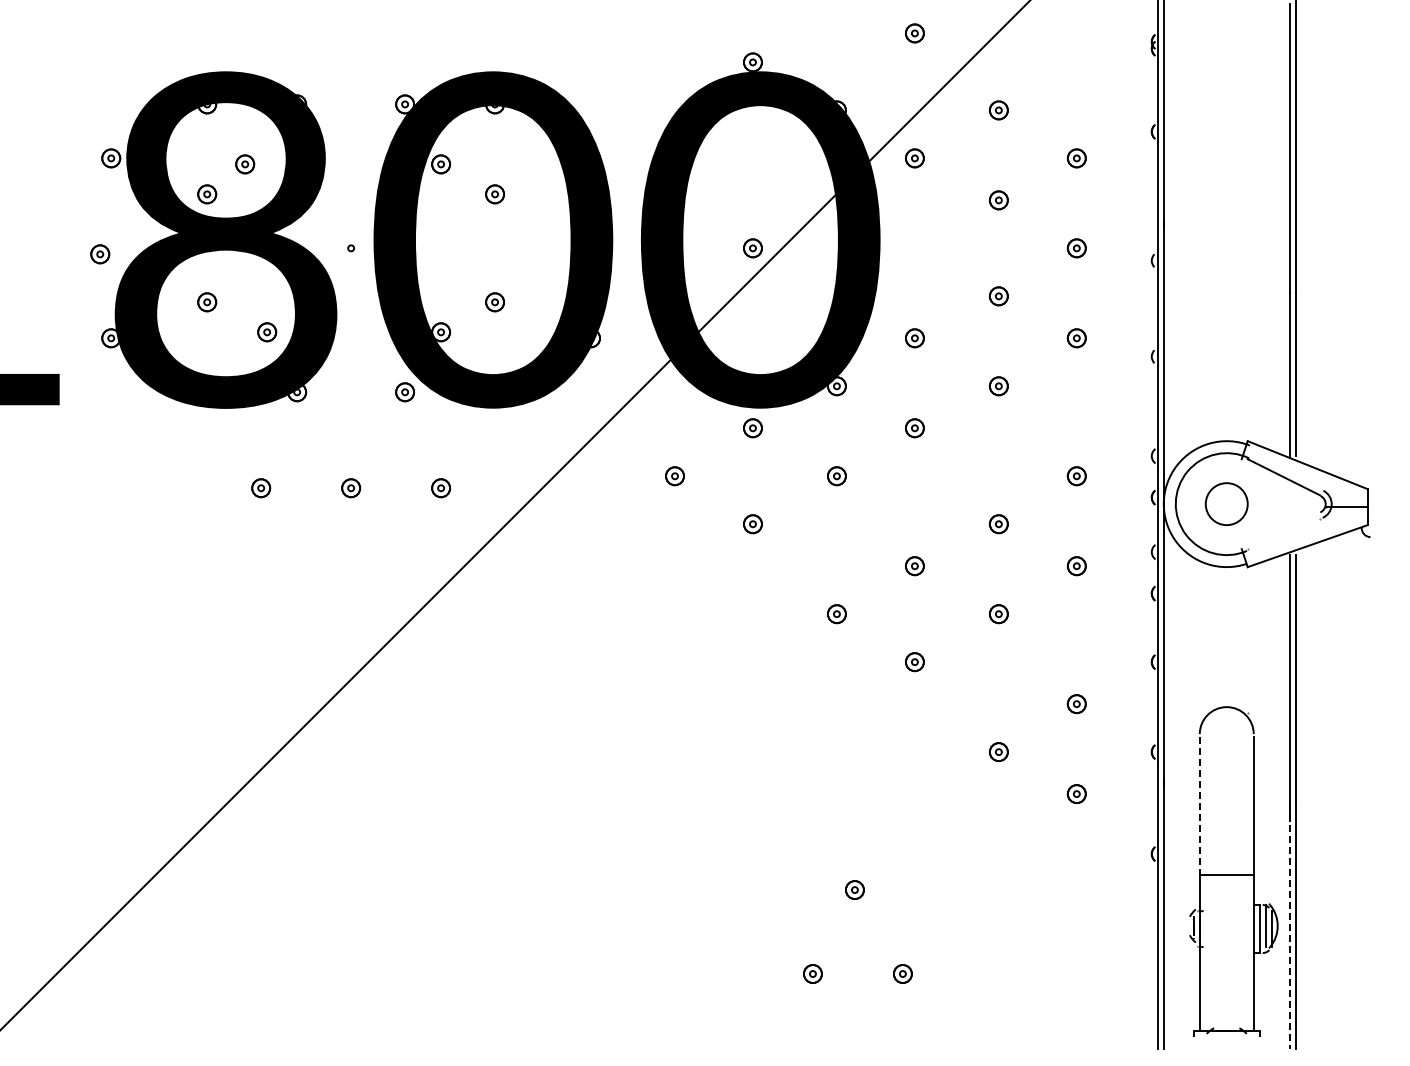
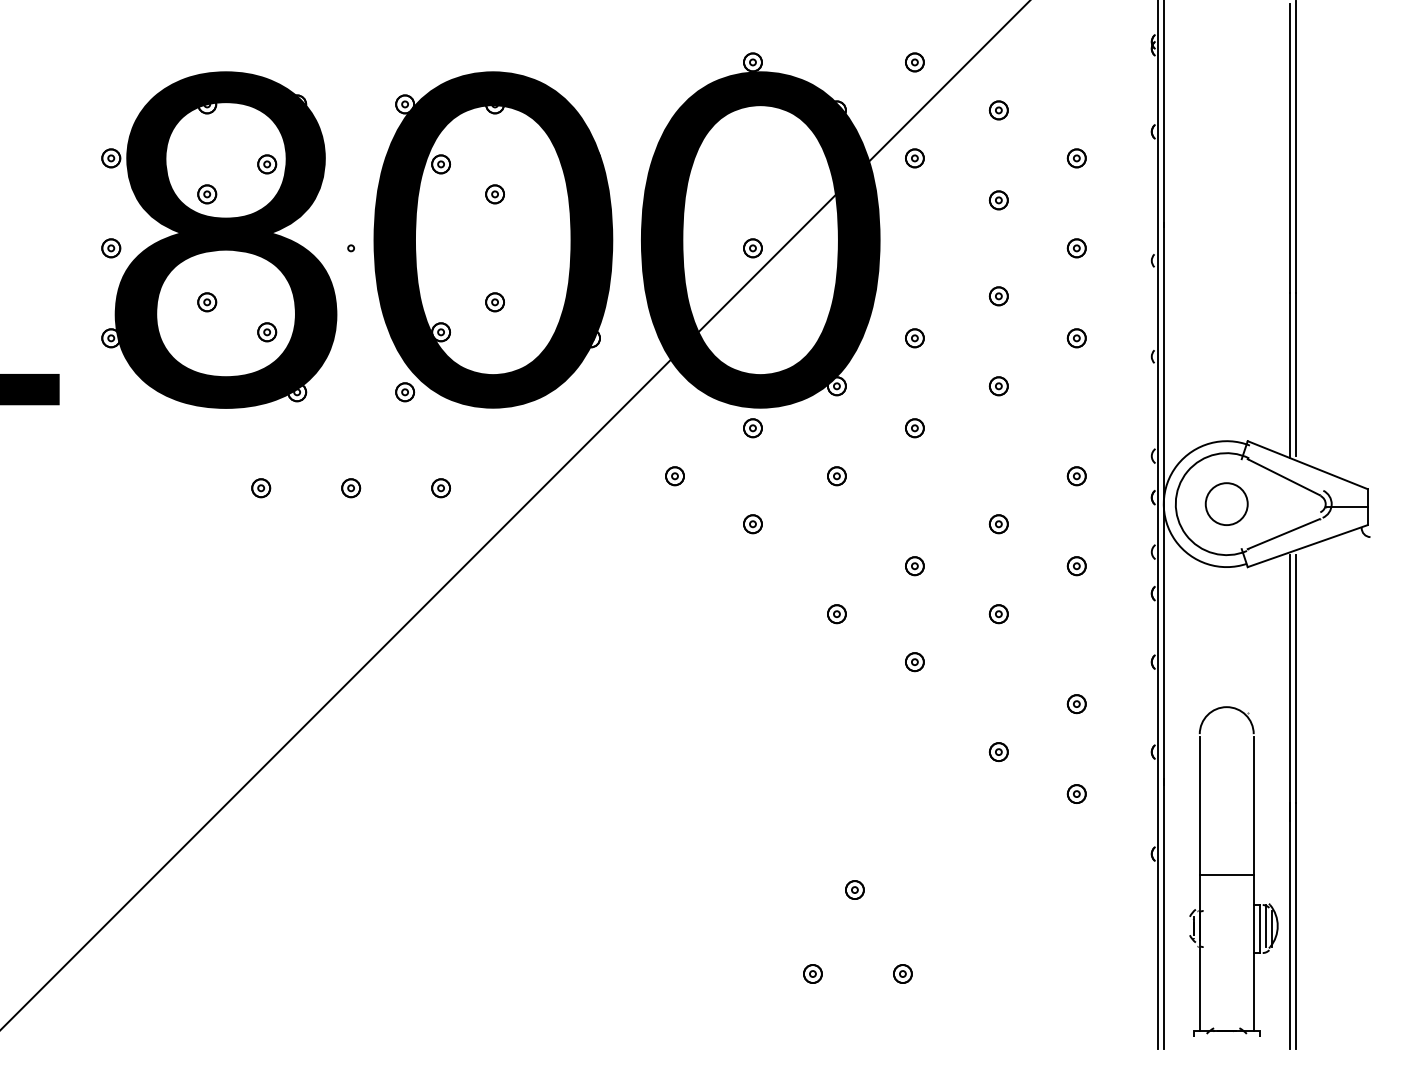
part at (914, 33) position: (914, 33) -> (914, 62)
part at (245, 164) position: (245, 164) -> (267, 164)
part at (100, 254) position: (100, 254) -> (111, 248)
line at (1283, 534): none -> present
line at (1199, 806): dashed -> solid
line at (1289, 926): dashed -> solid
